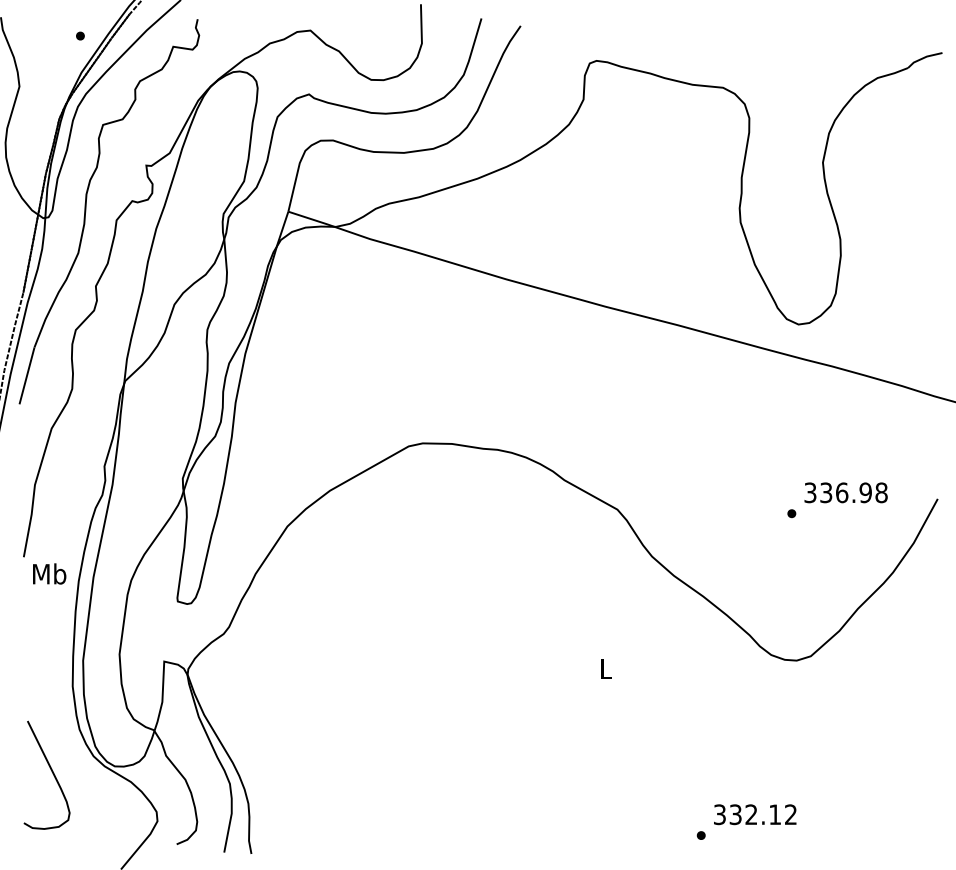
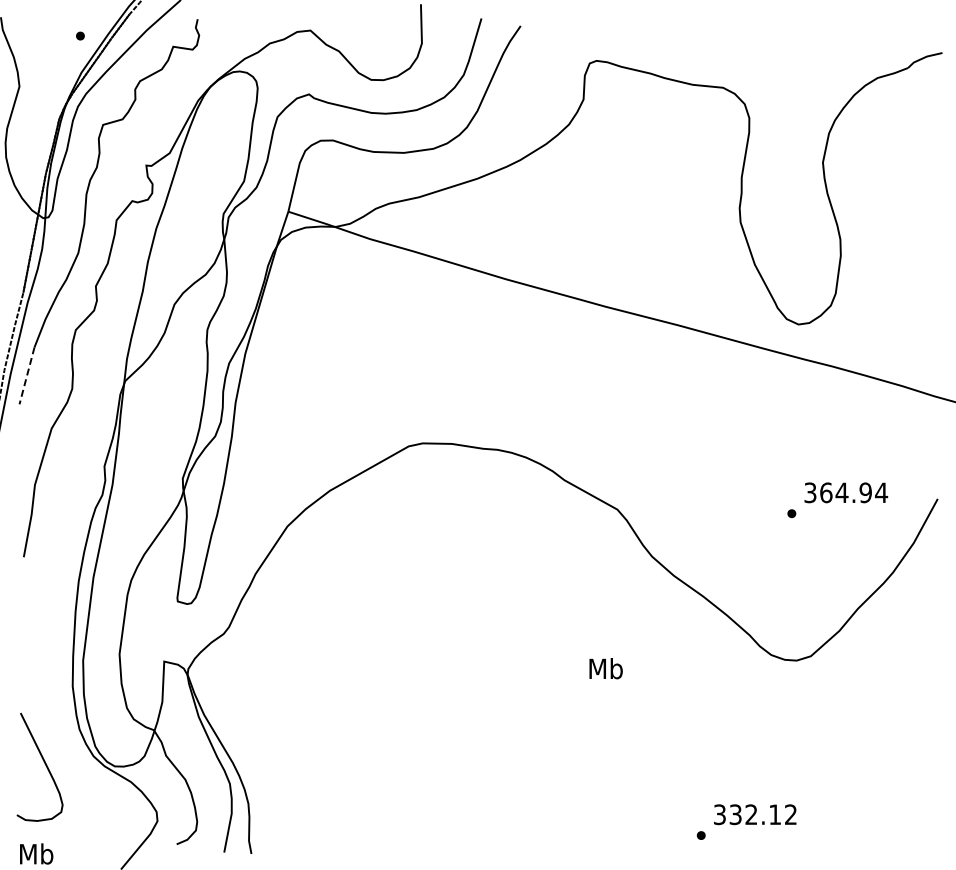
line at (26, 376): solid -> dashed
text at (854, 492): 336.98 -> 364.94
text at (49, 573) position: (49, 573) -> (36, 853)
text at (605, 668): L -> Mb
curve at (51, 771) position: (51, 771) -> (44, 763)
